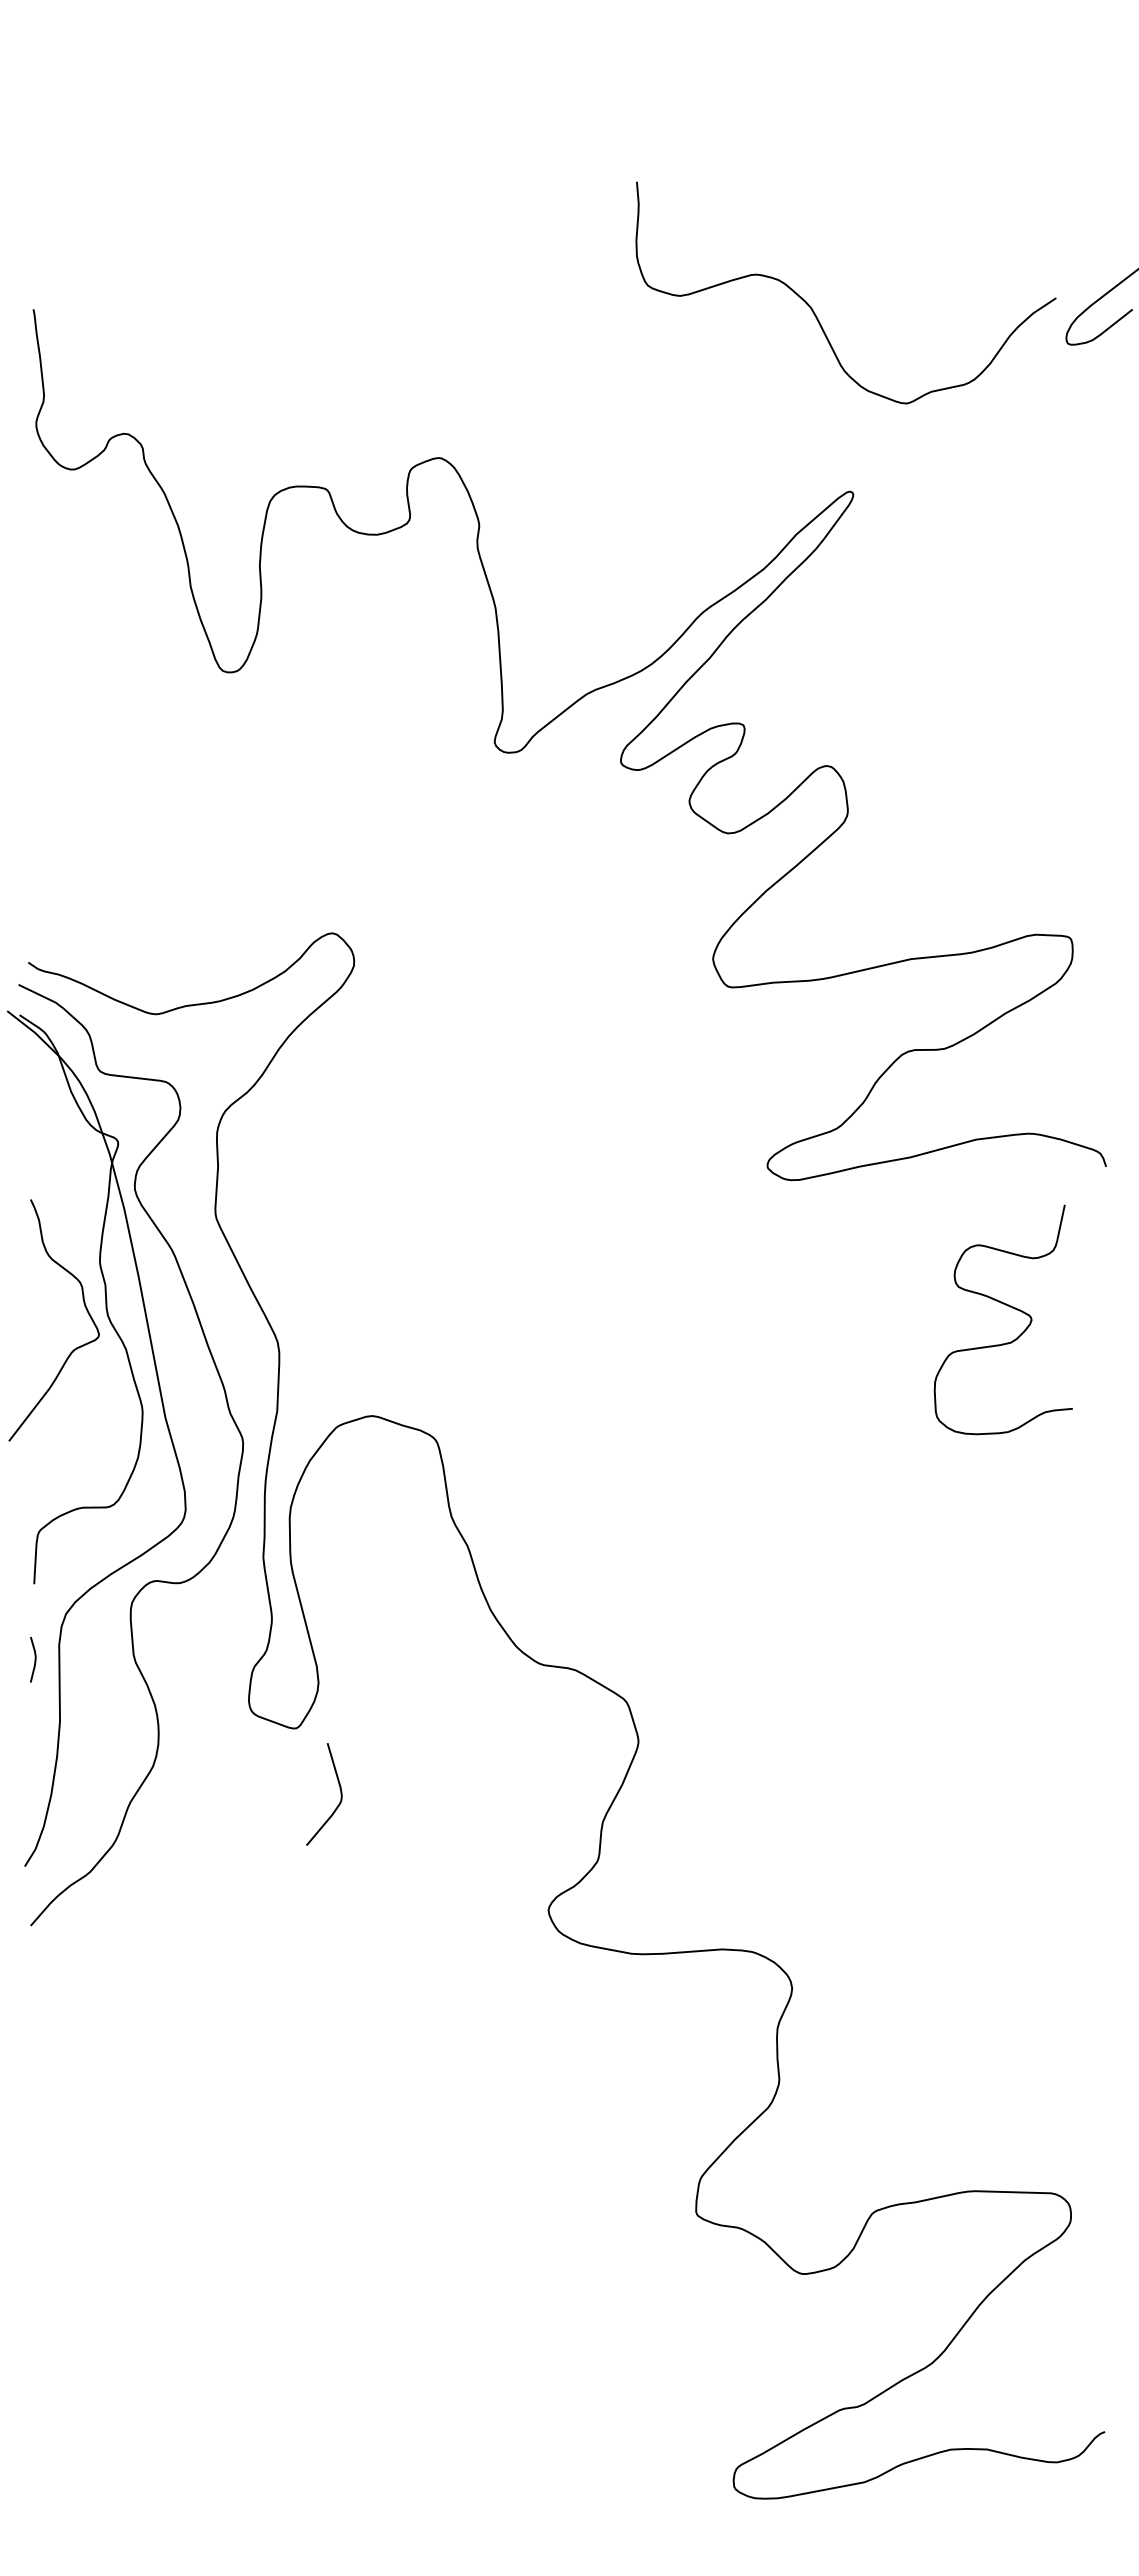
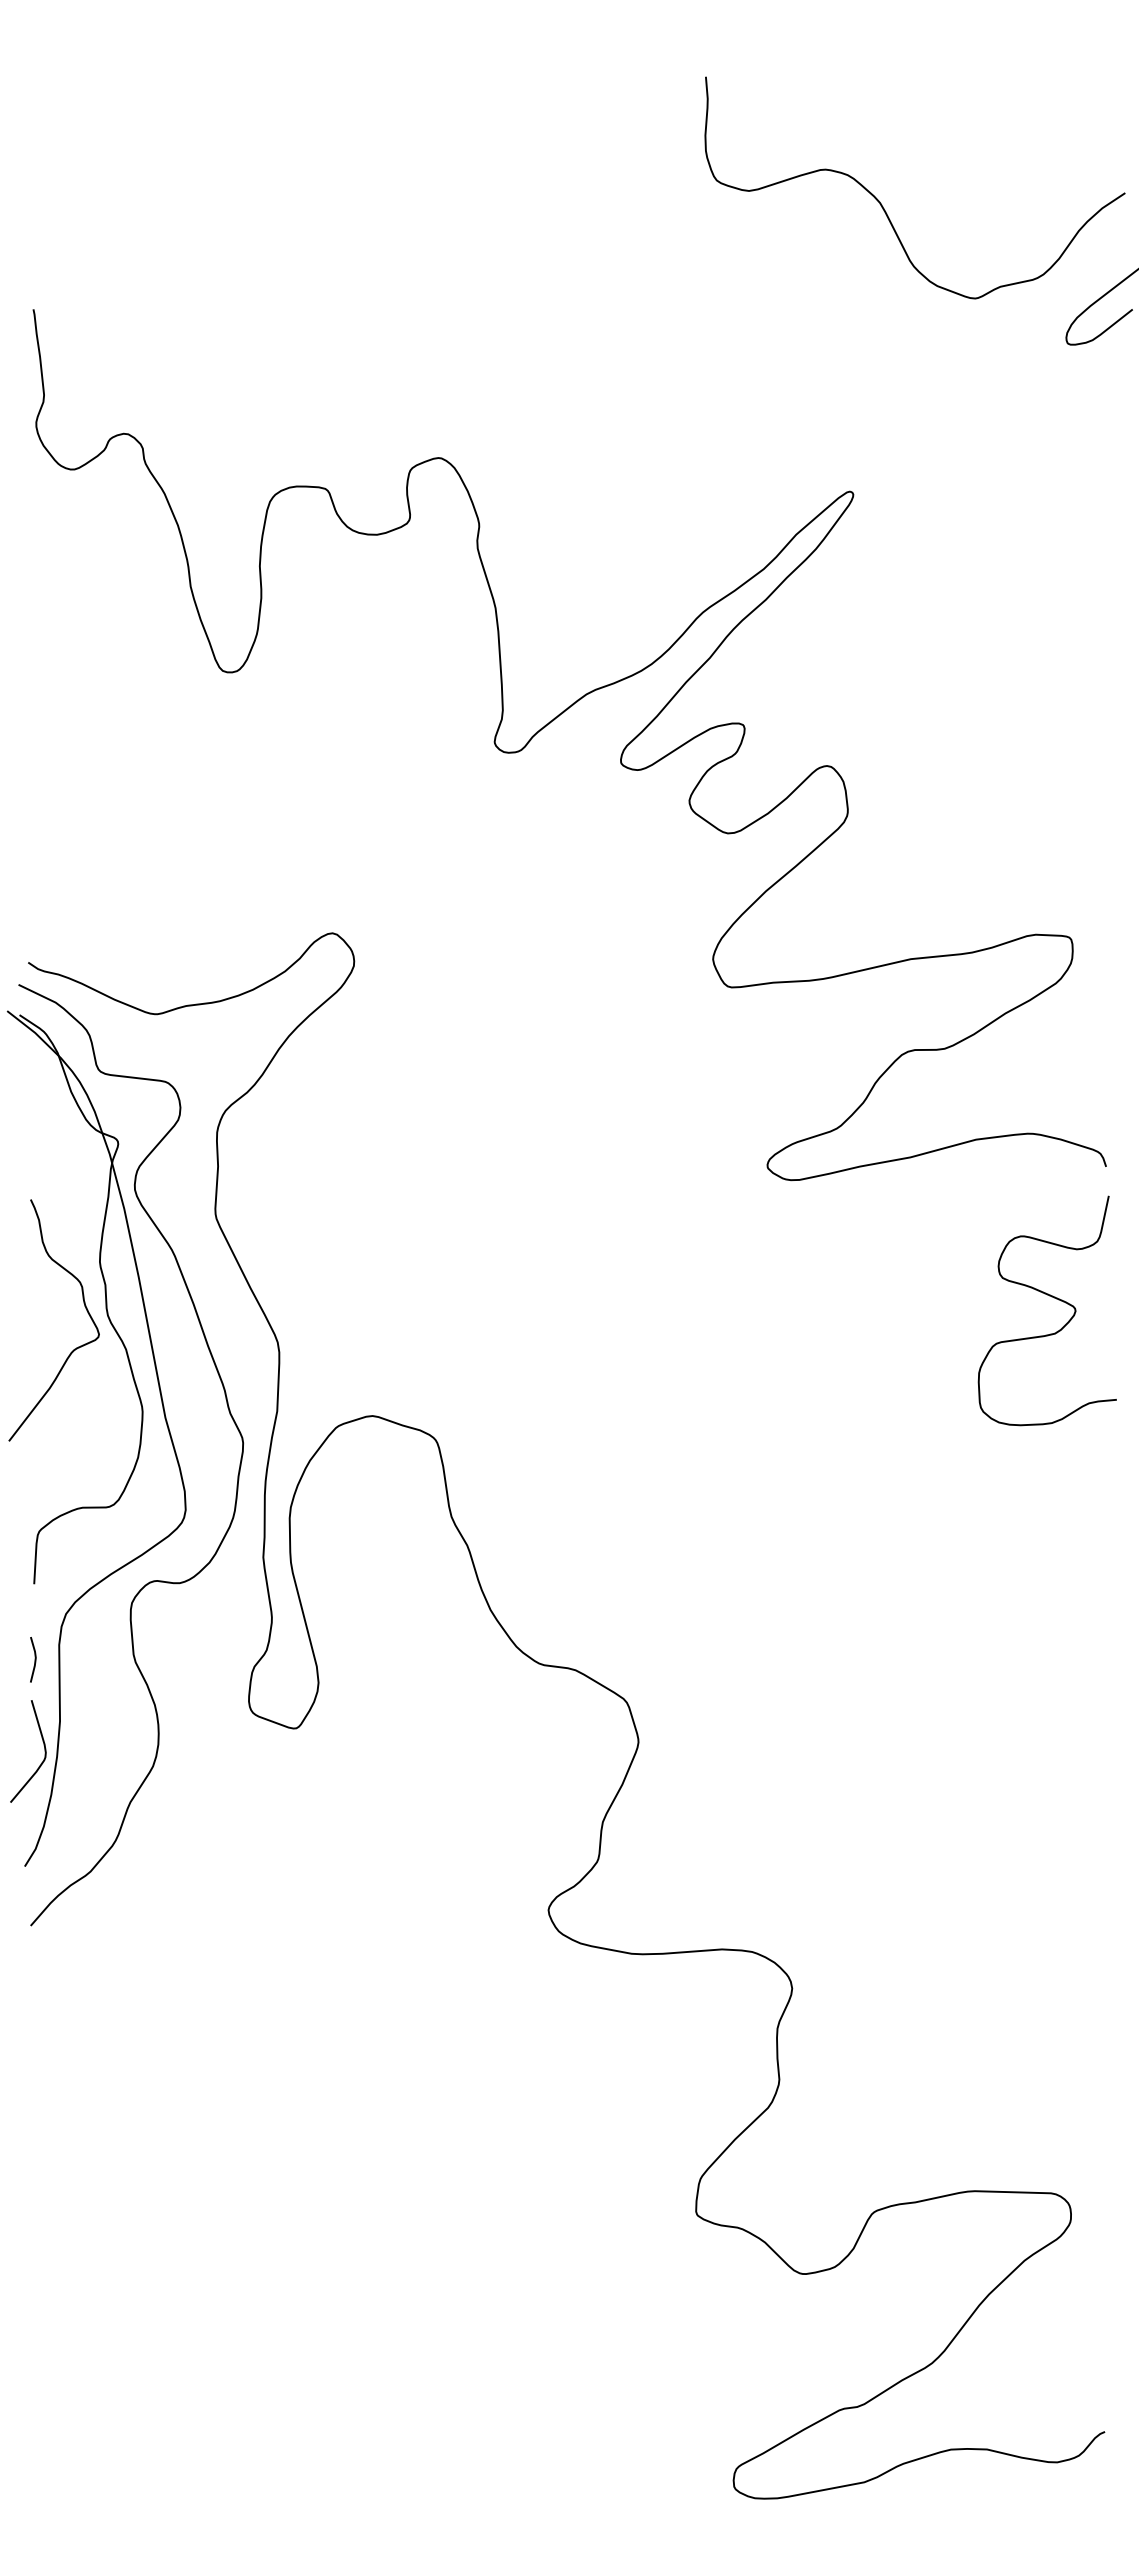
curve at (814, 311) position: (814, 311) -> (883, 206)
curve at (1007, 1306) position: (1007, 1306) -> (1051, 1297)
curve at (340, 1794) position: (340, 1794) -> (44, 1751)
